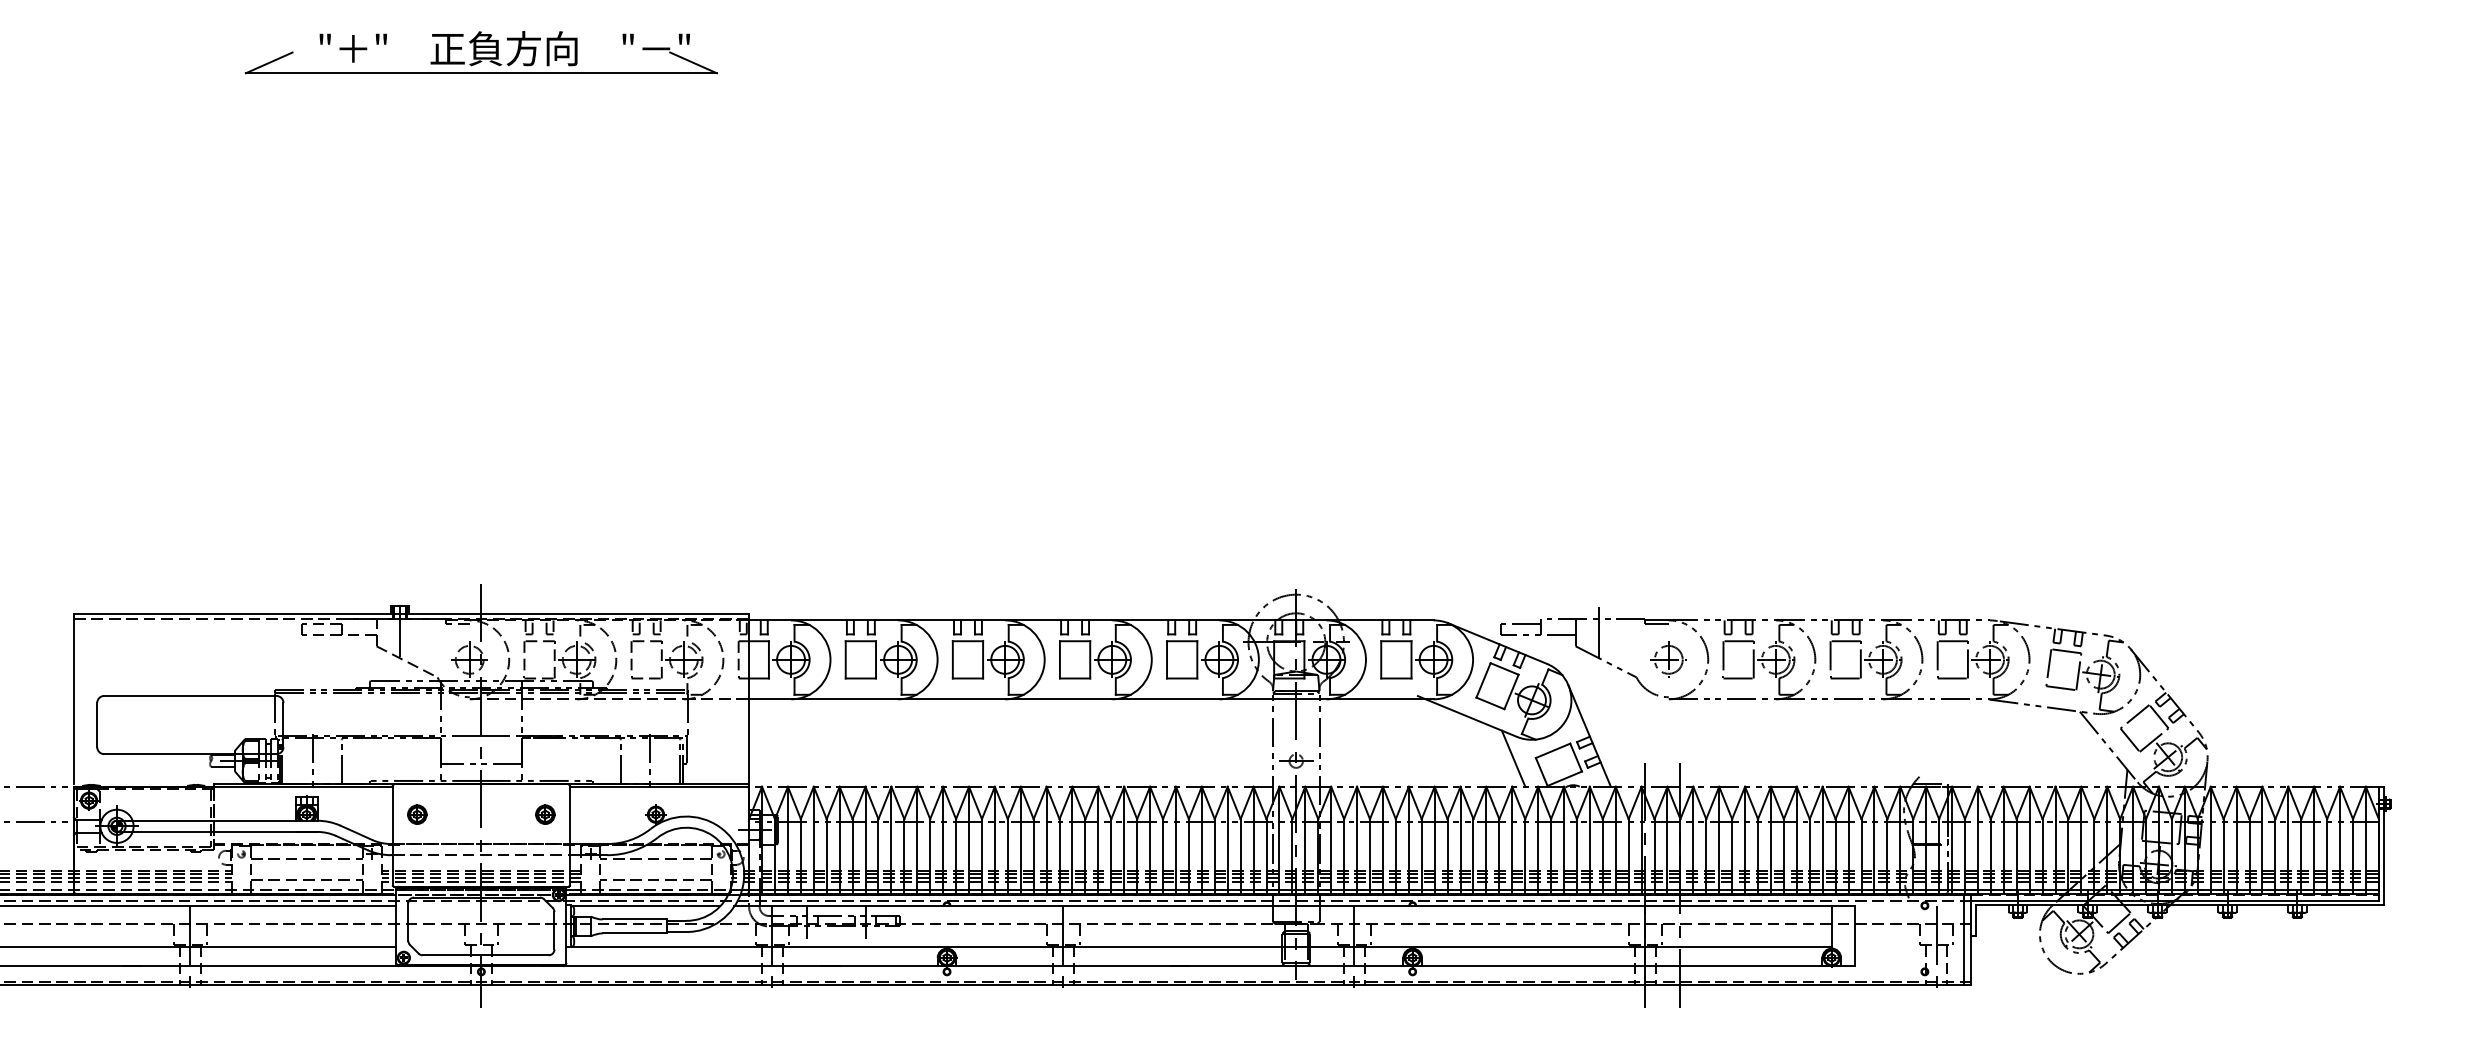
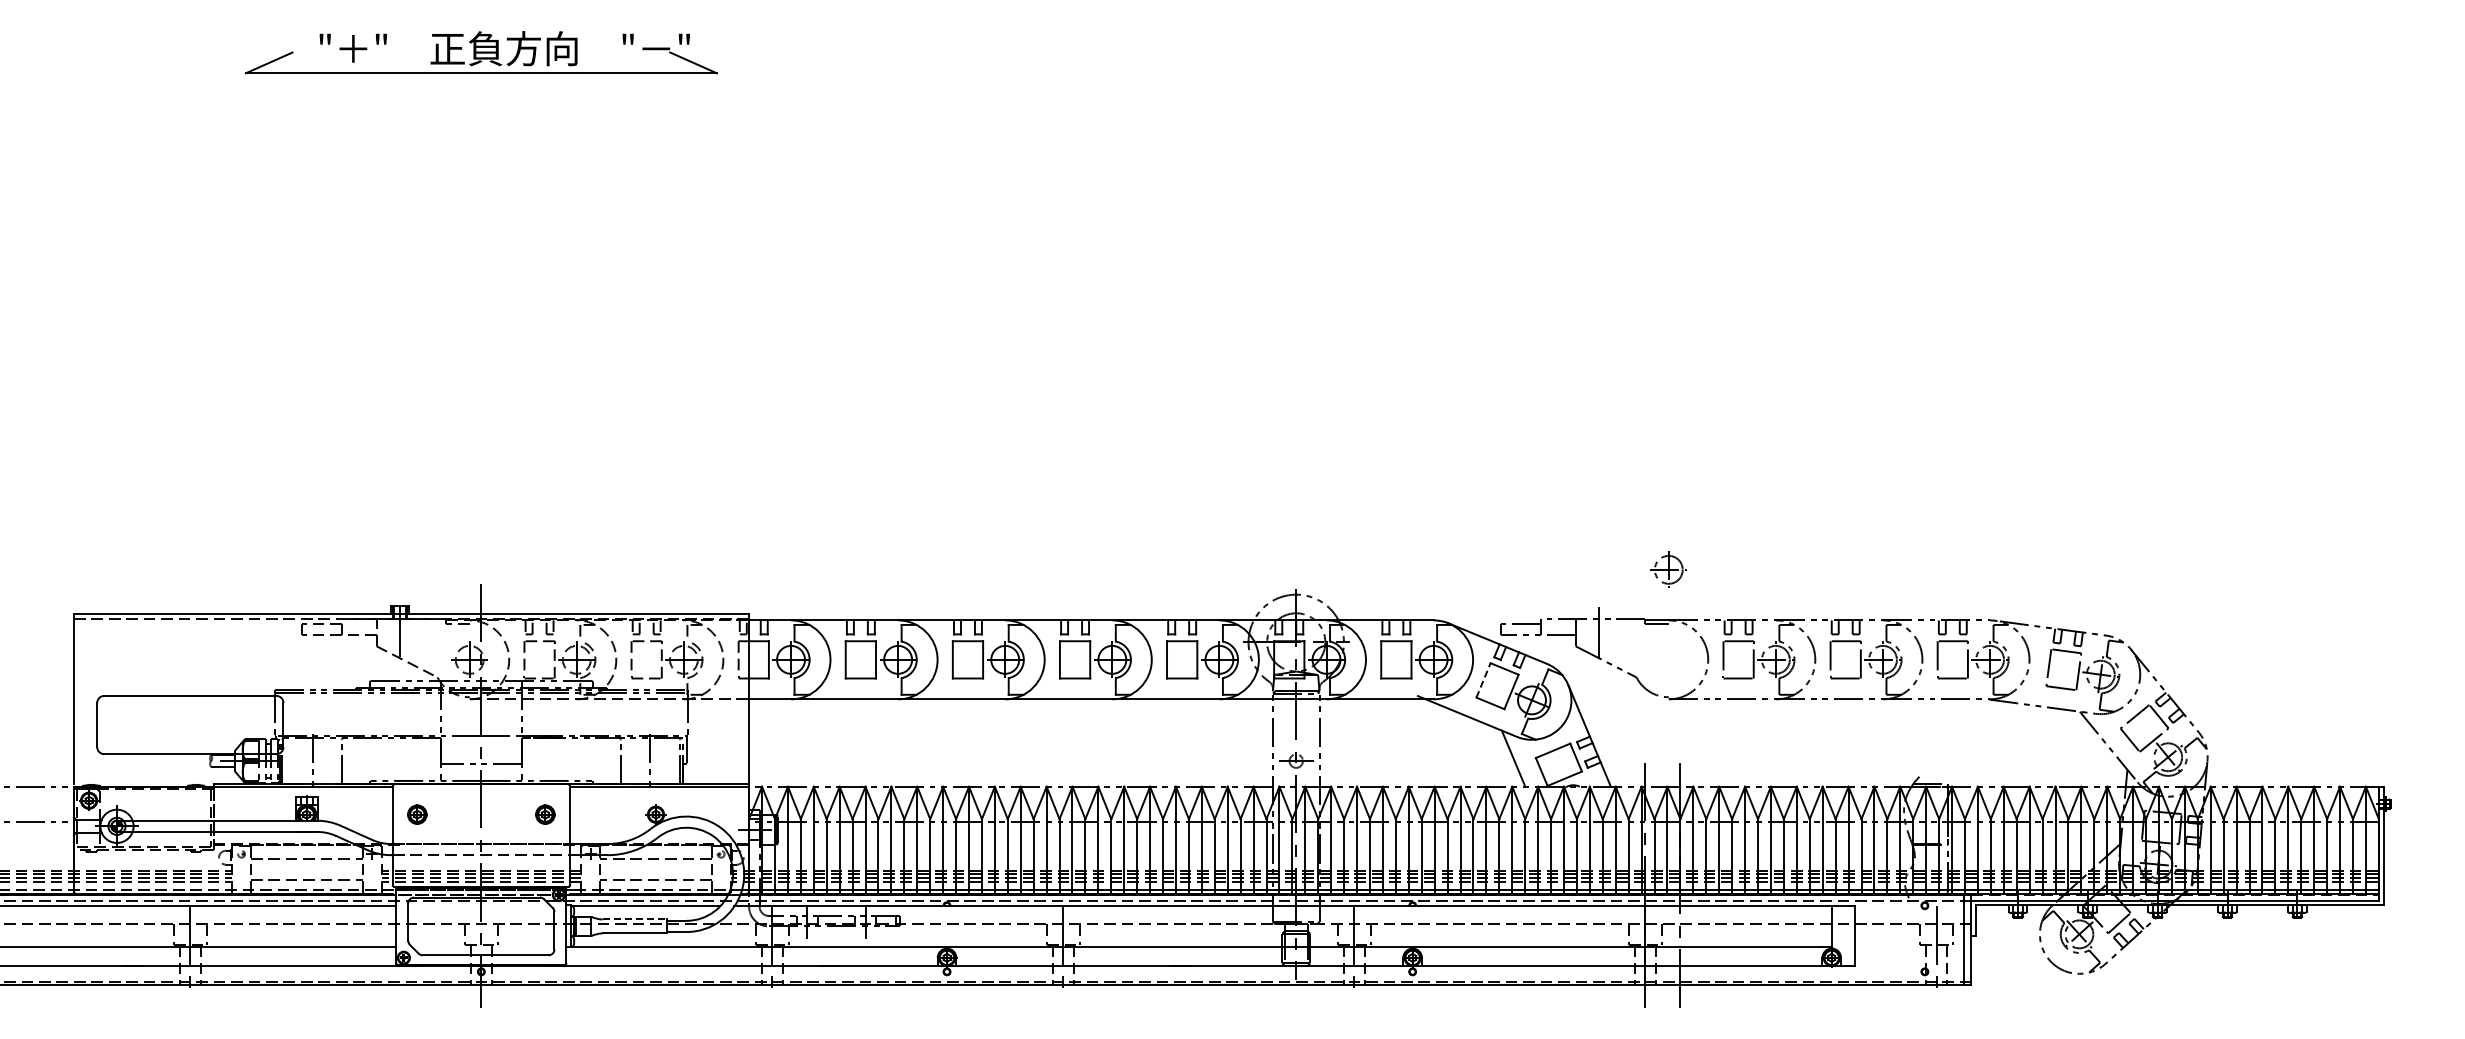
part at (1668, 659) position: (1668, 659) -> (1668, 569)
line at (1483, 680): solid -> dashed
line at (635, 919): solid -> dashed
